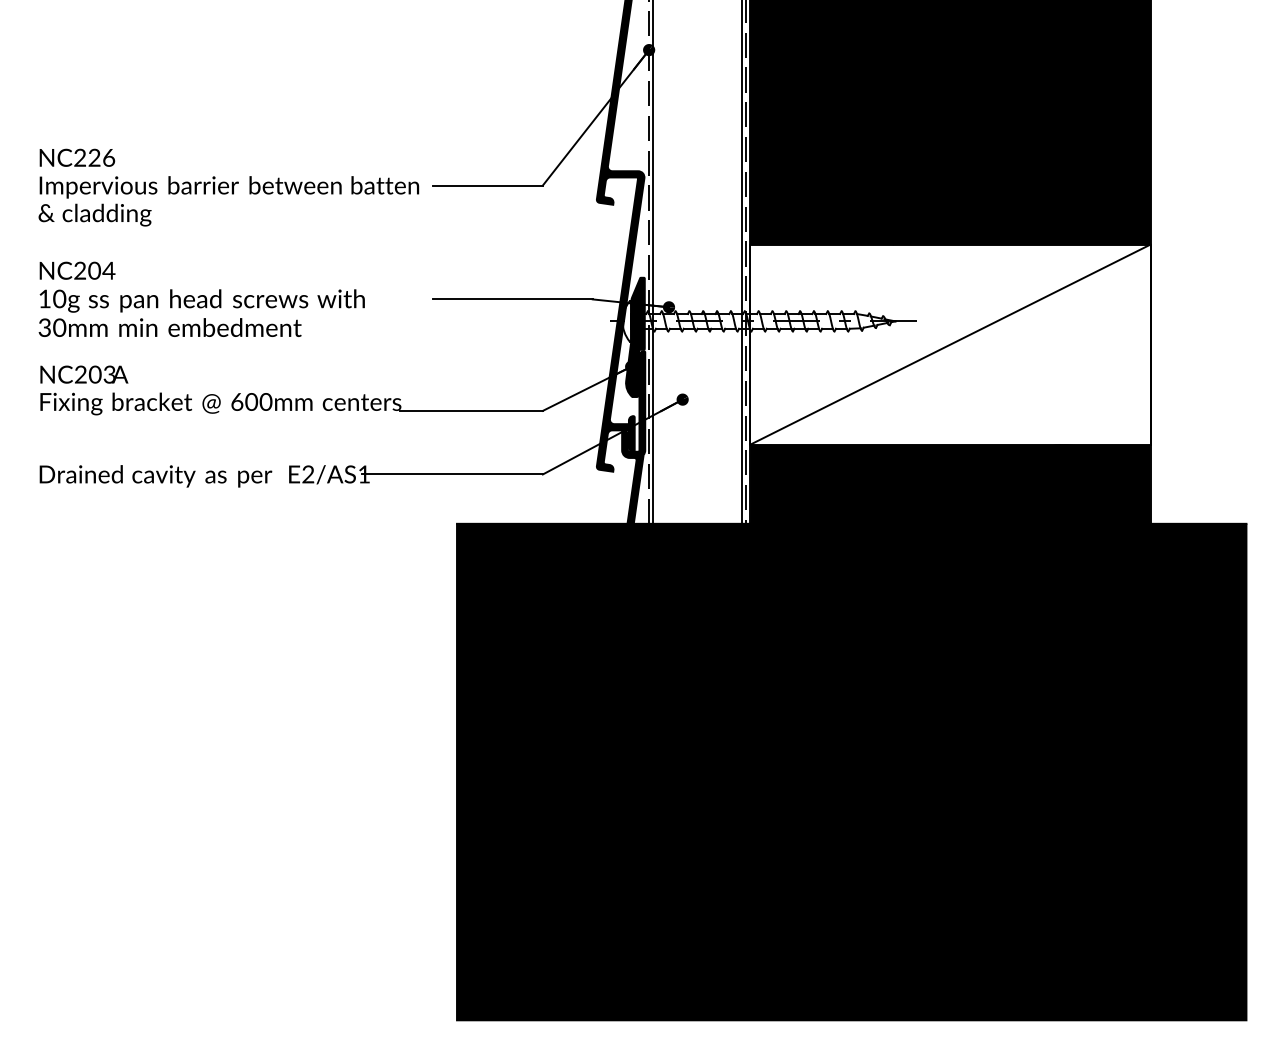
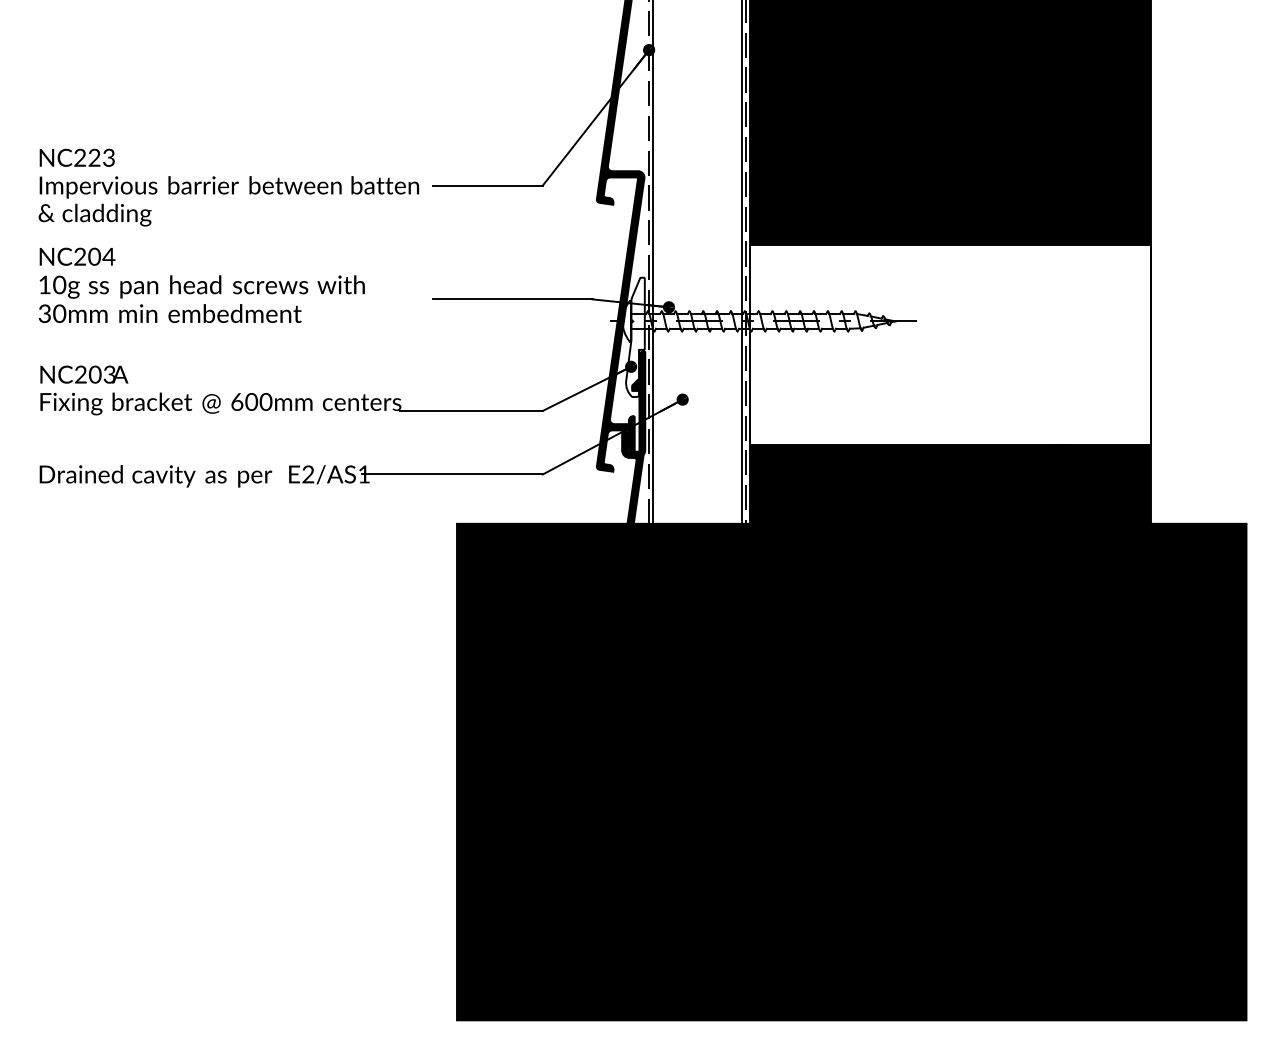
text at (109, 157): NC226 -> NC223
text at (201, 298) position: (201, 298) -> (201, 284)
fill at (635, 337): present -> none
line at (950, 344): present -> none
